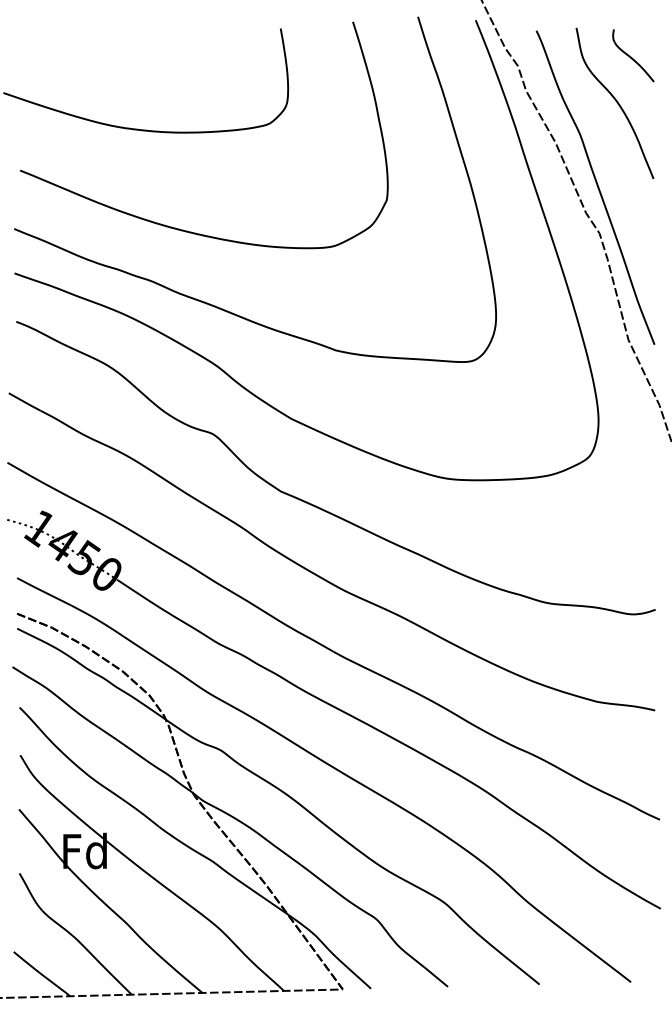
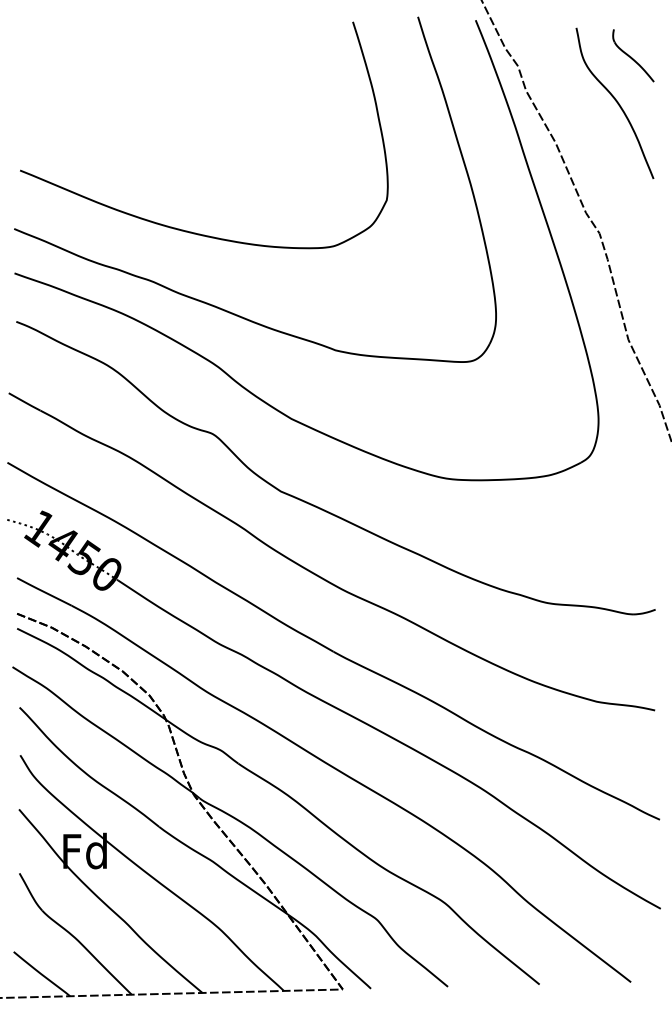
curve at (138, 128): present -> none
curve at (597, 187): present -> none
